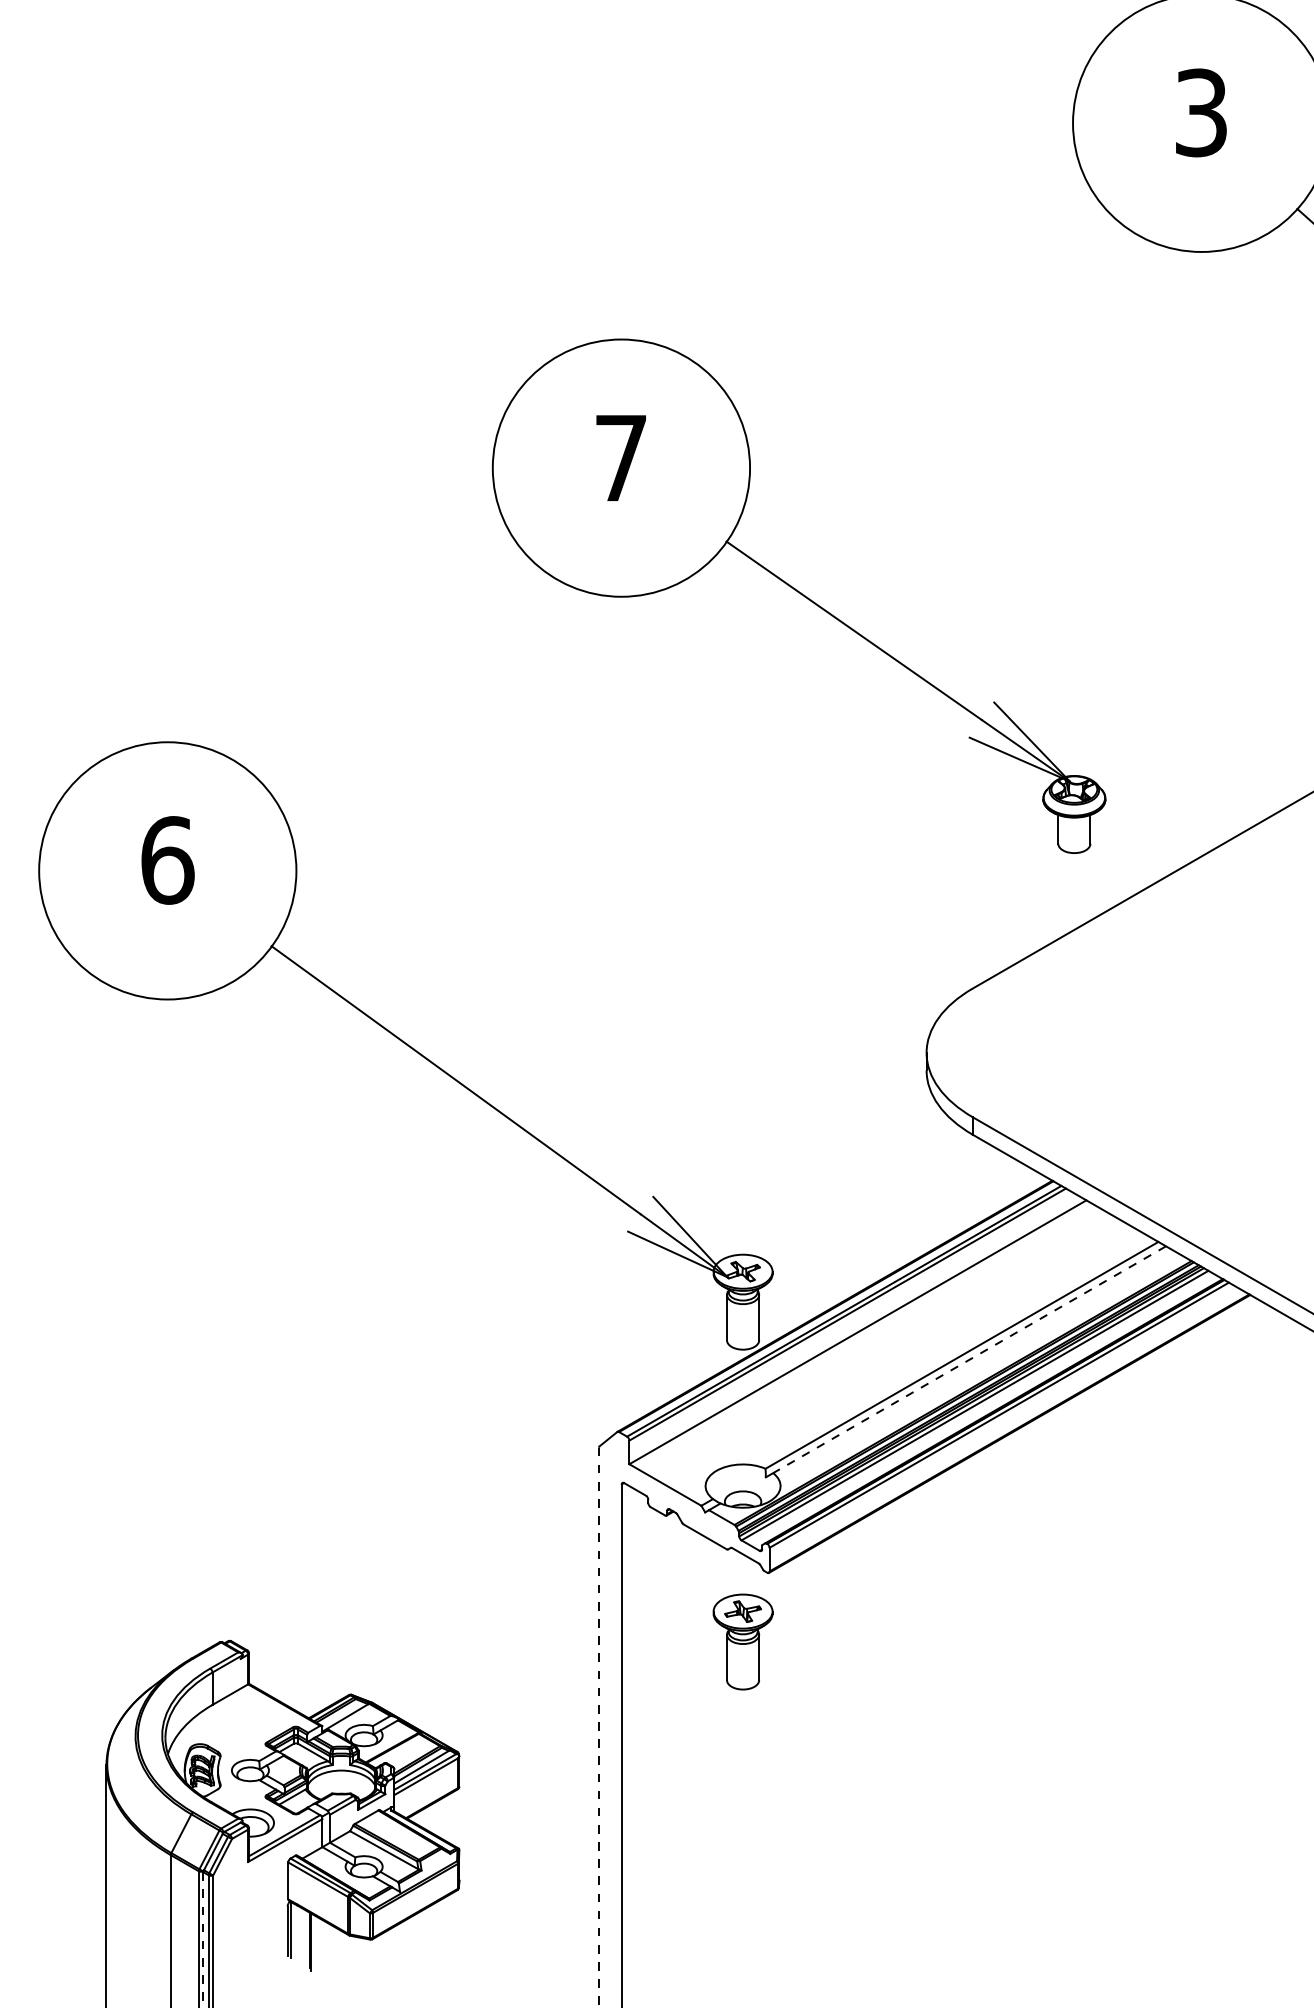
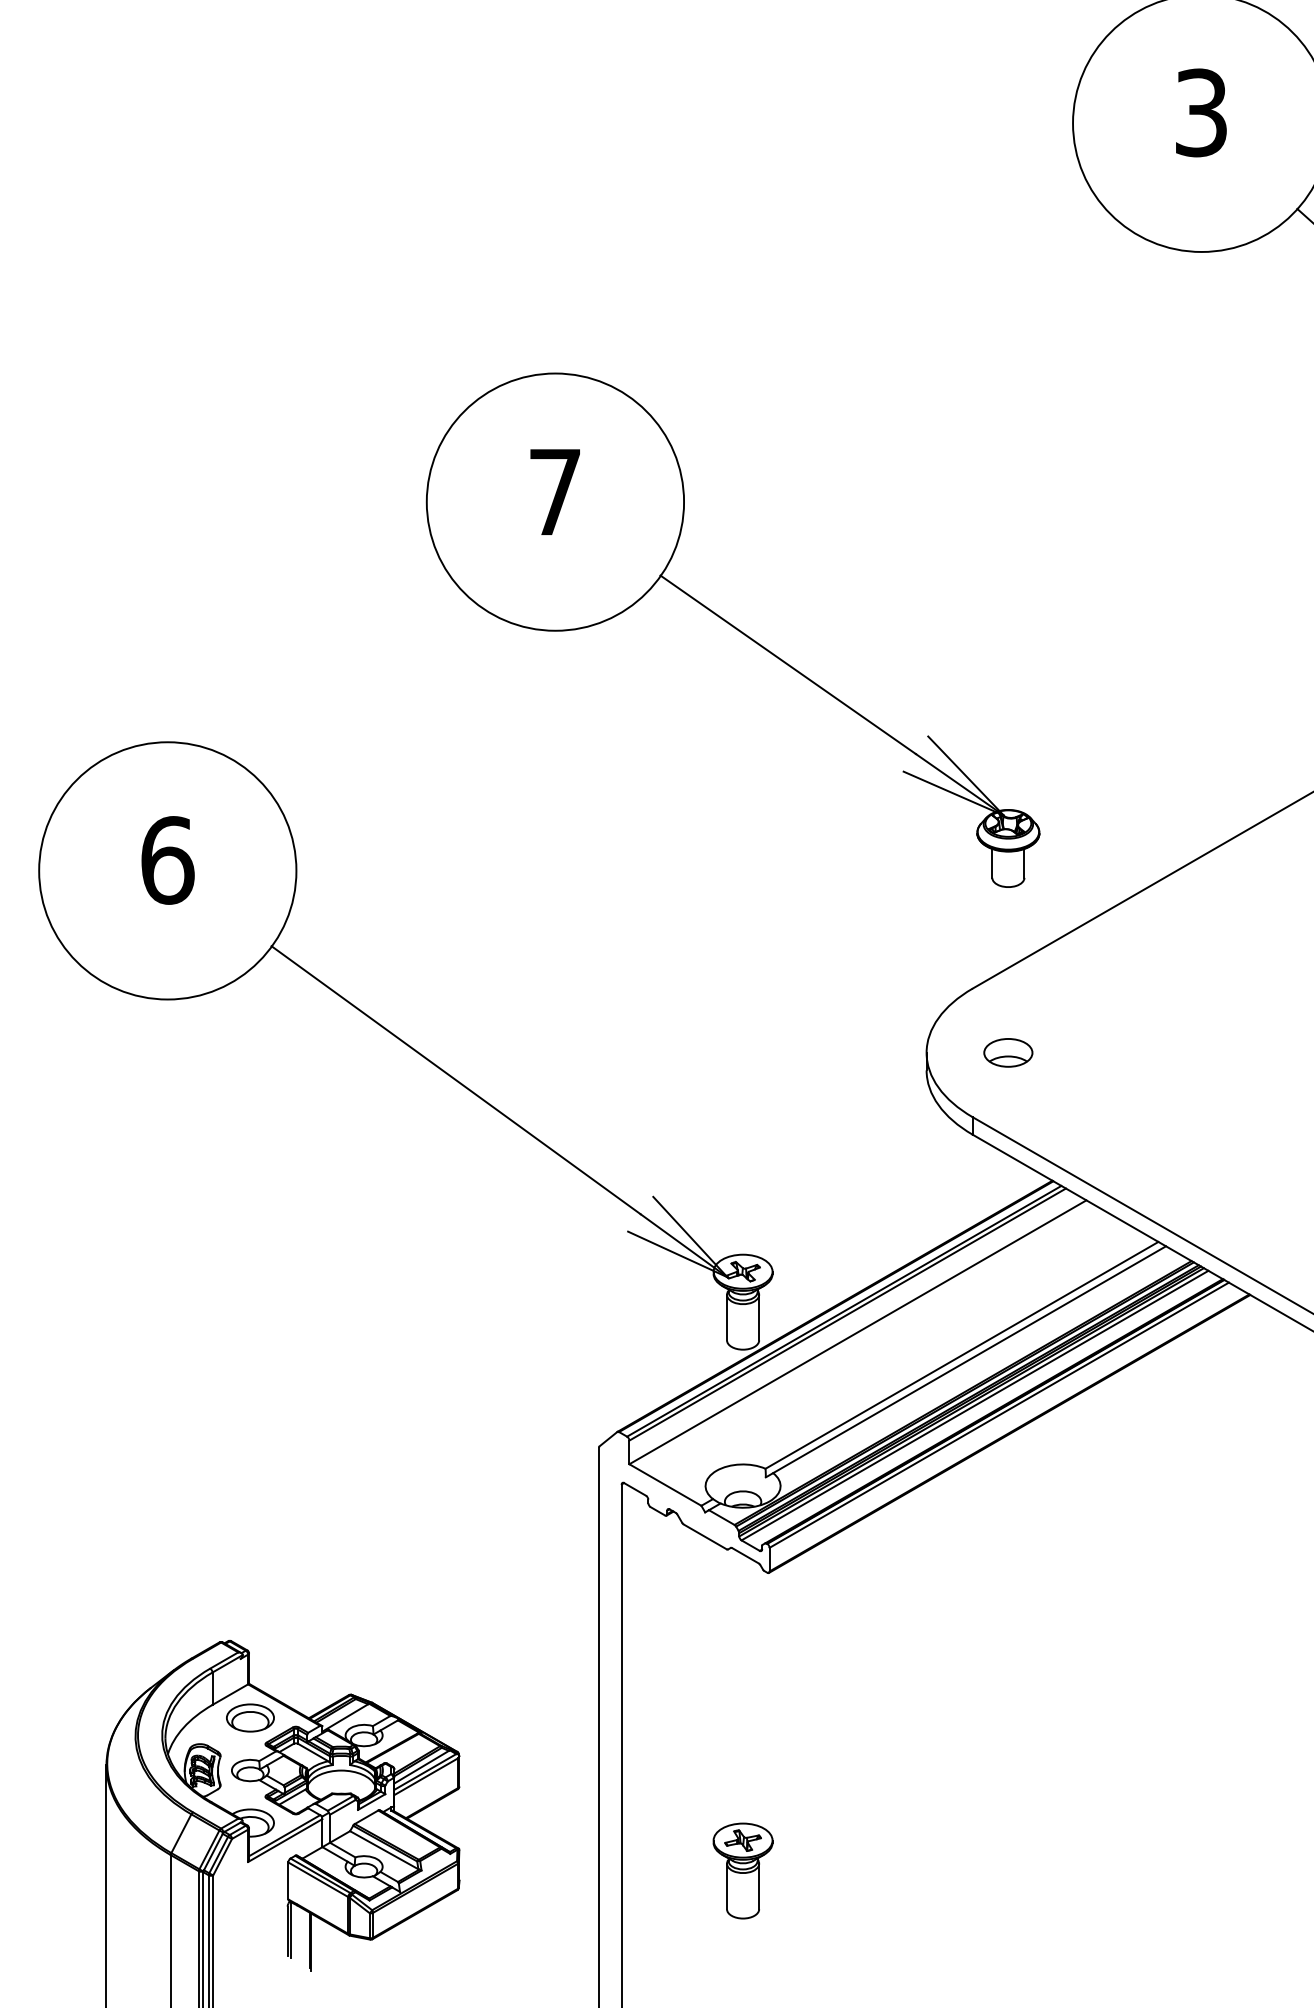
part at (798, 595) position: (798, 595) -> (732, 629)
part at (1008, 1052): none -> present
line at (969, 1359): dashed -> solid
part at (742, 1641) position: (742, 1641) -> (742, 1870)
part at (250, 1717): none -> present
line at (599, 1727): dashed -> solid
line at (203, 1940): dashed -> solid
